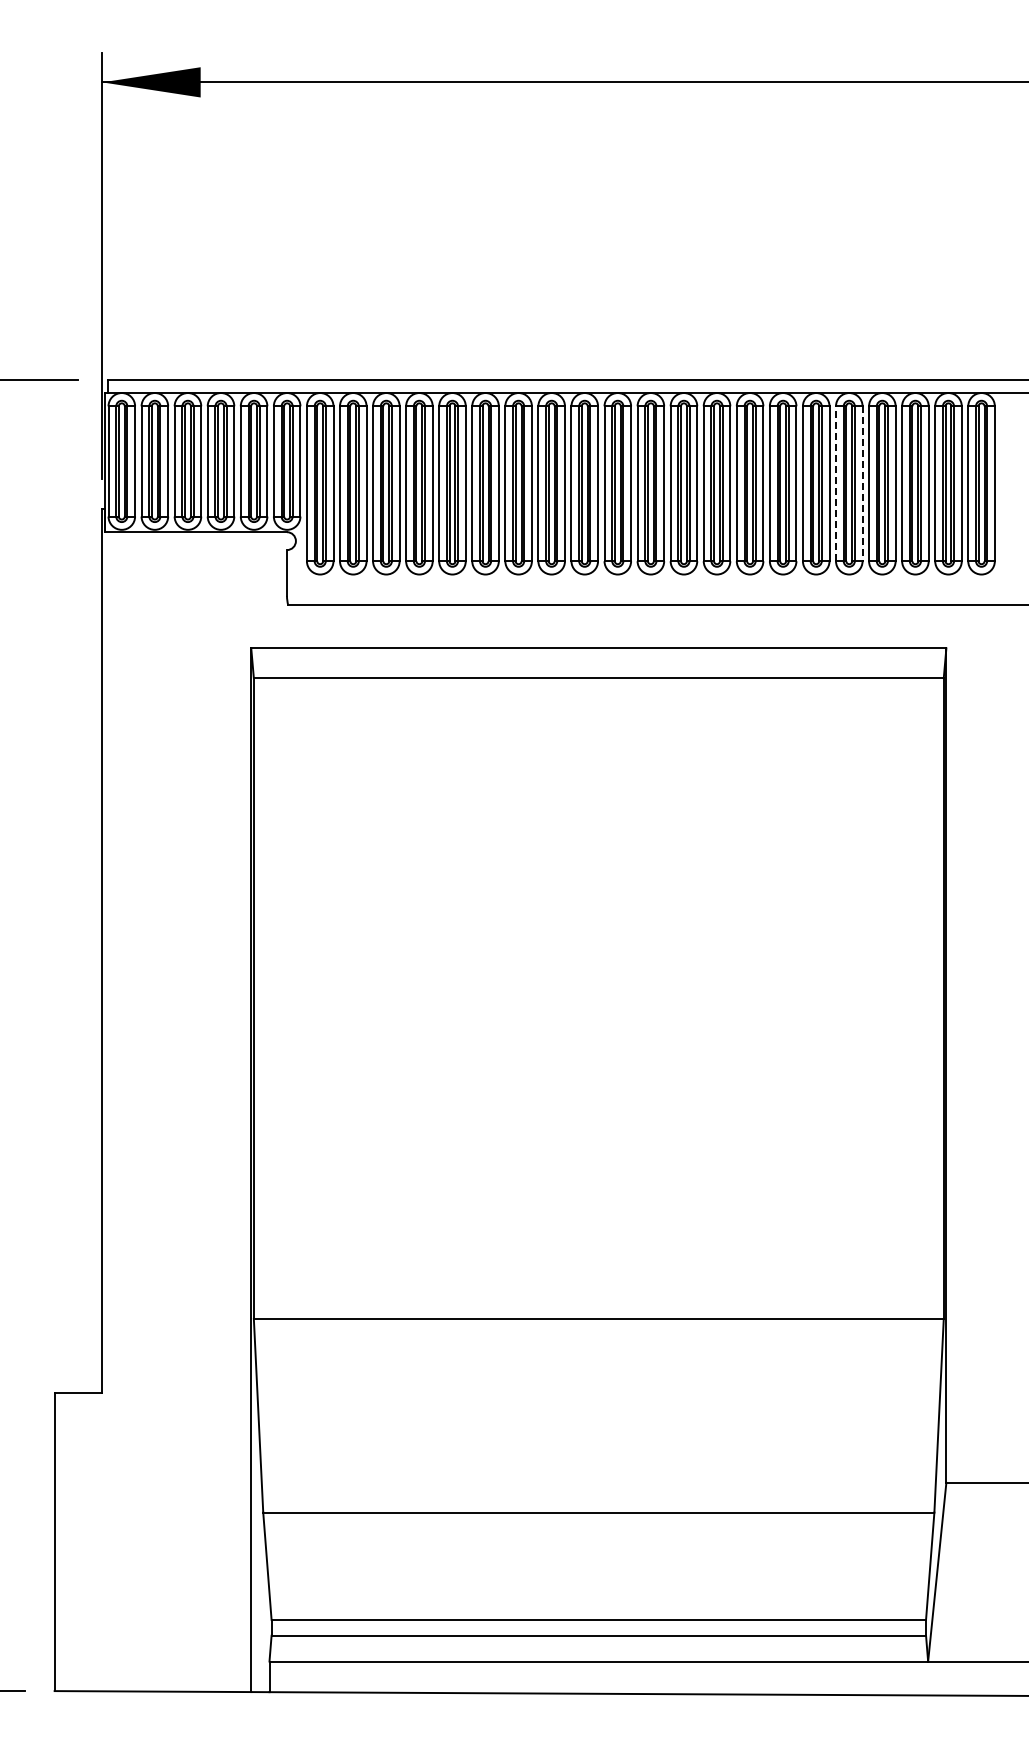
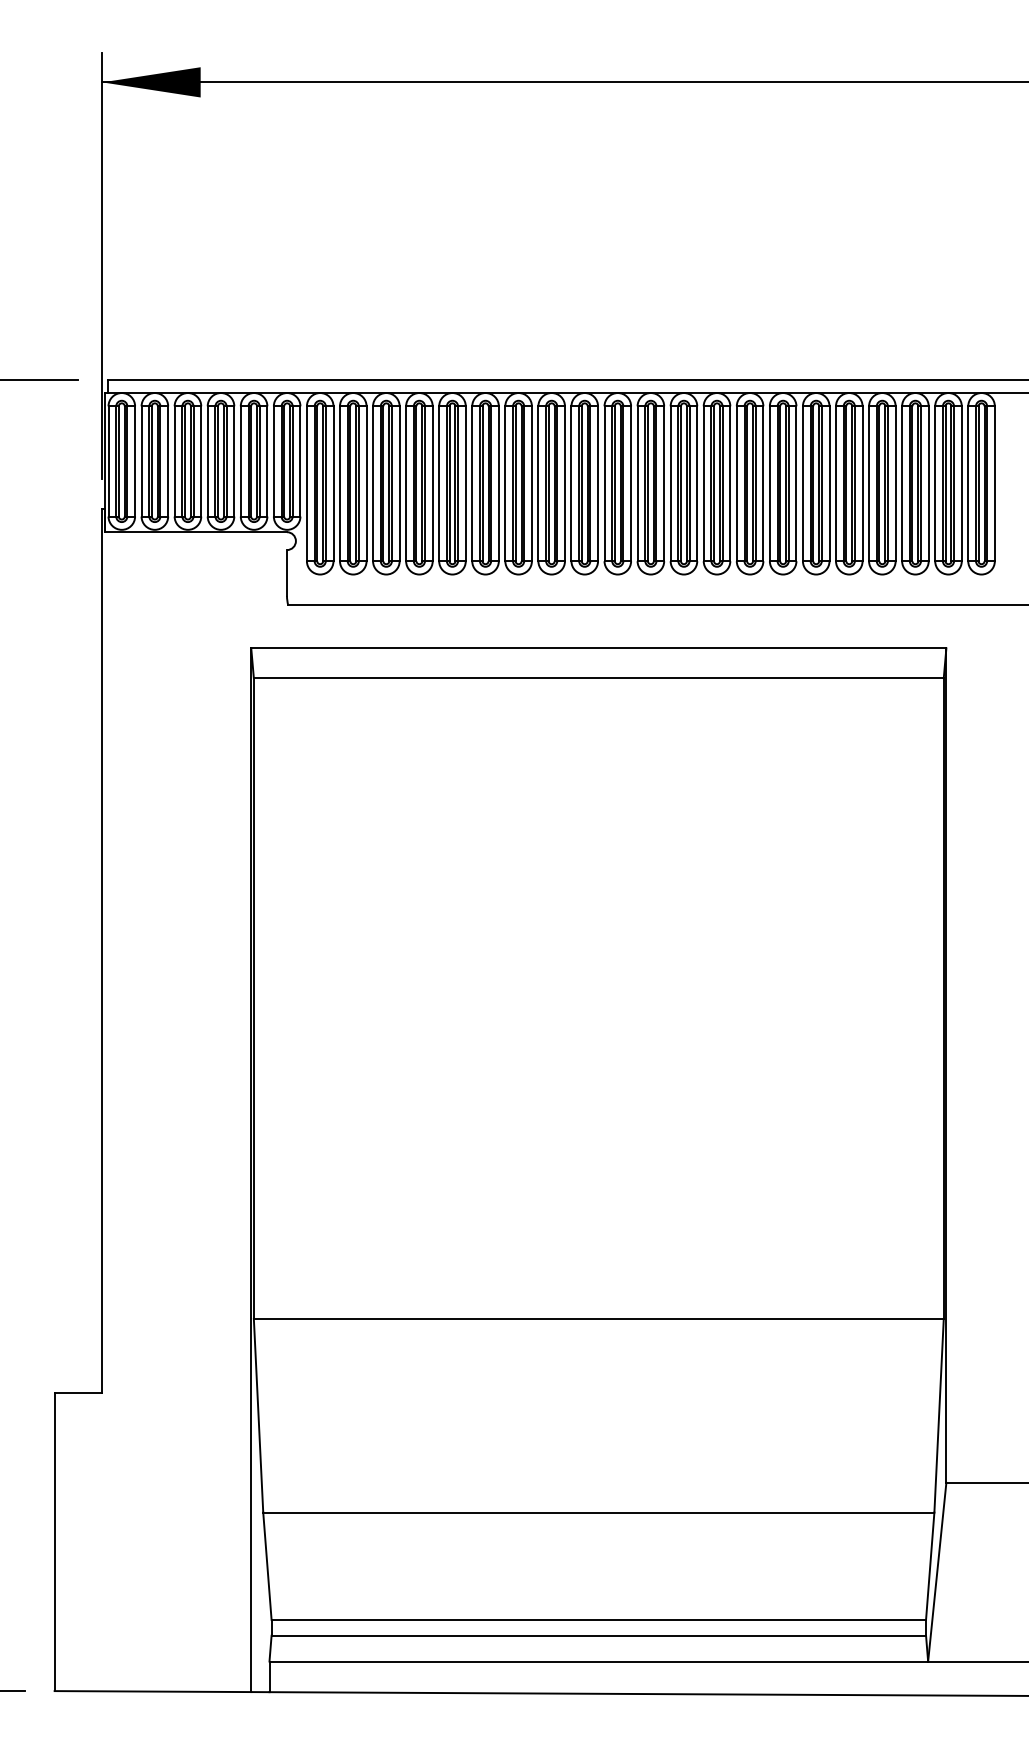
line at (835, 483): dashed -> solid
line at (862, 484): dashed -> solid
